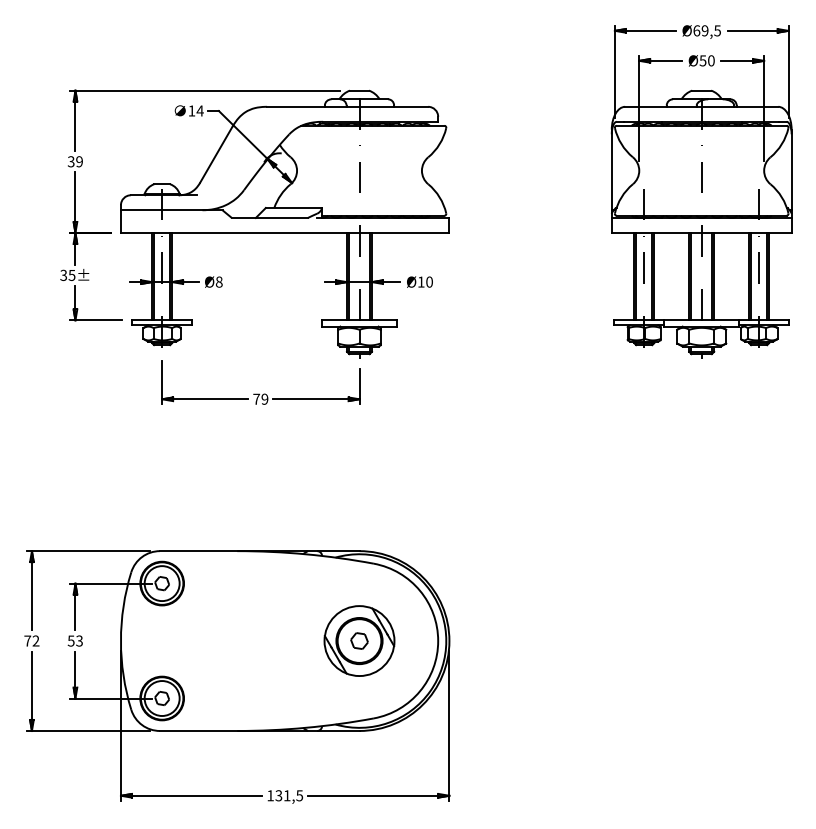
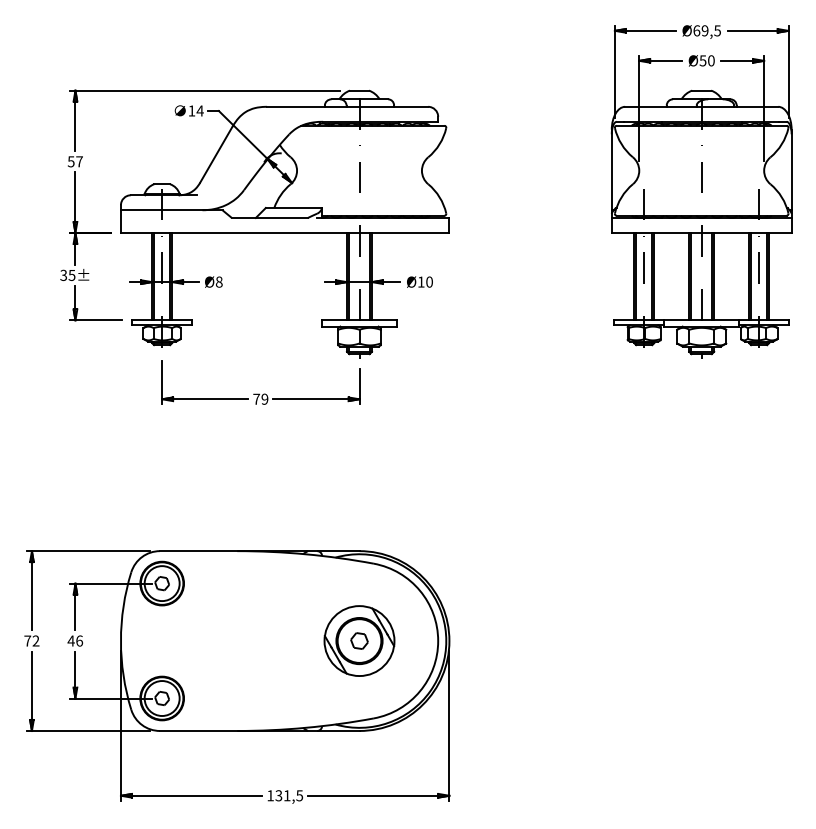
text at (75, 161): 39 -> 57
text at (75, 640): 53 -> 46
